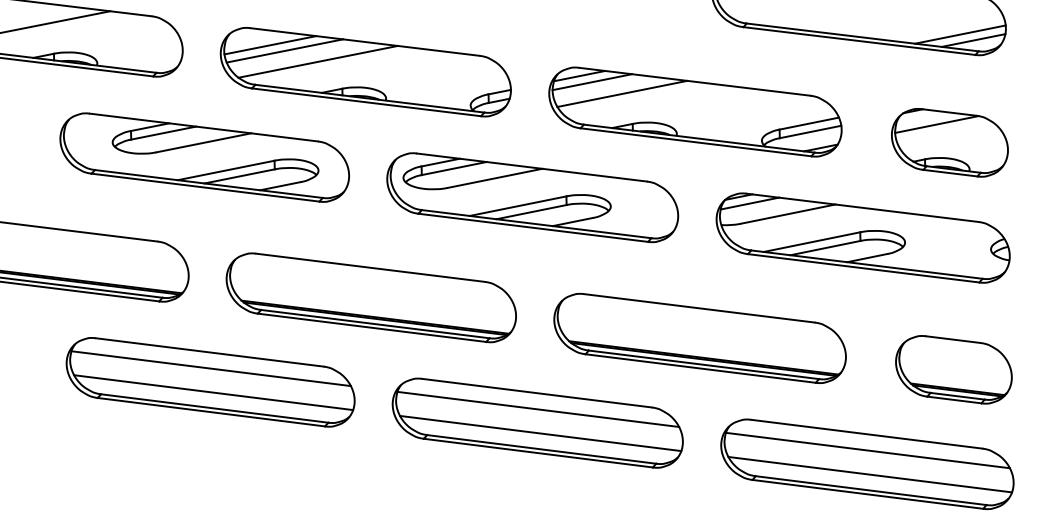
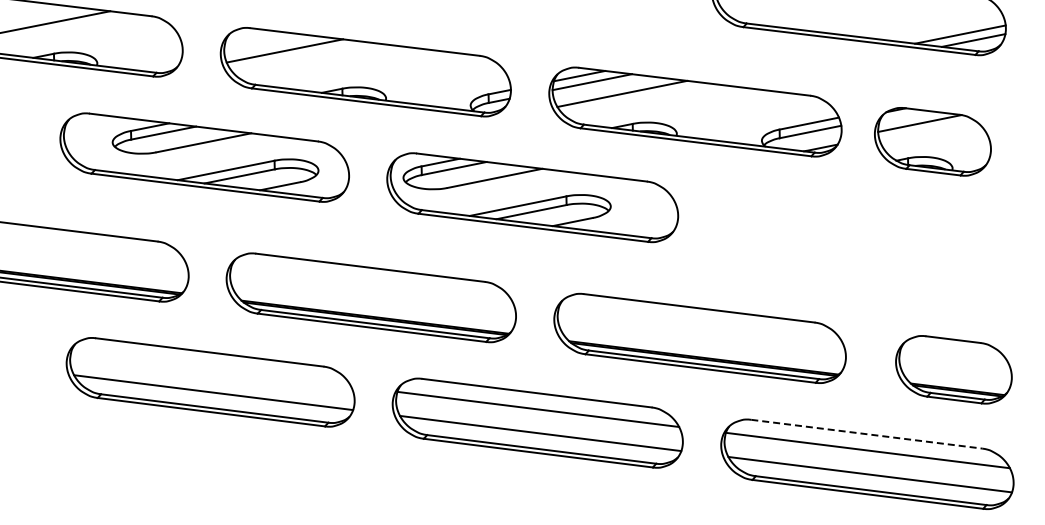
line at (270, 45): present -> none
line at (317, 61): present -> none
part at (949, 142) position: (949, 142) -> (932, 141)
part at (862, 237): present -> none
line at (210, 368): present -> none
line at (867, 434): solid -> dashed
